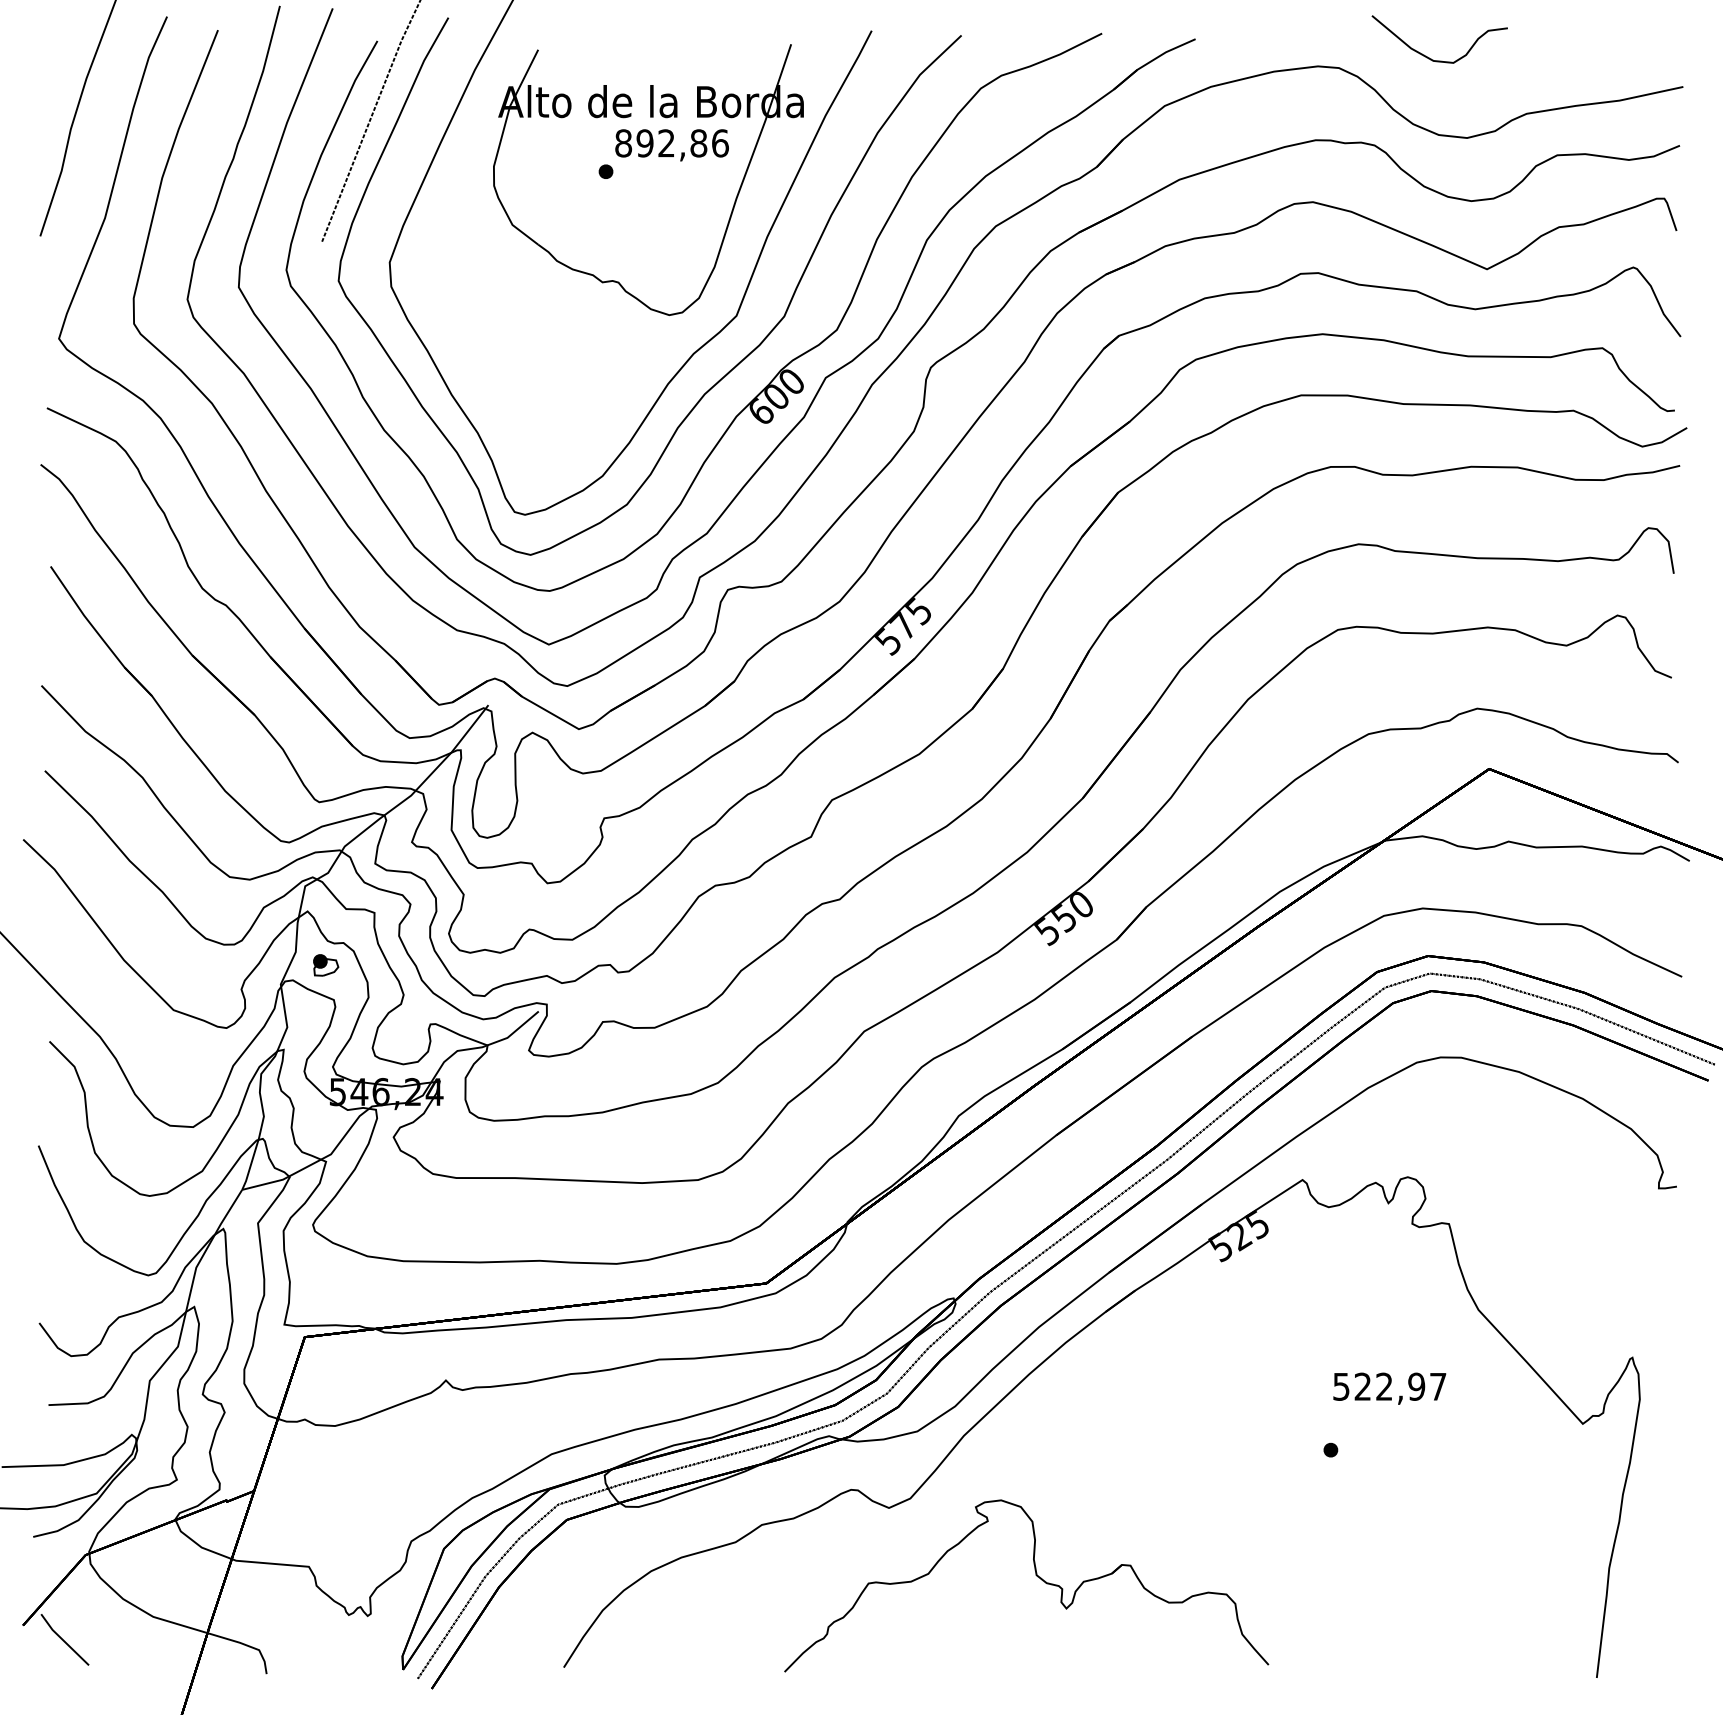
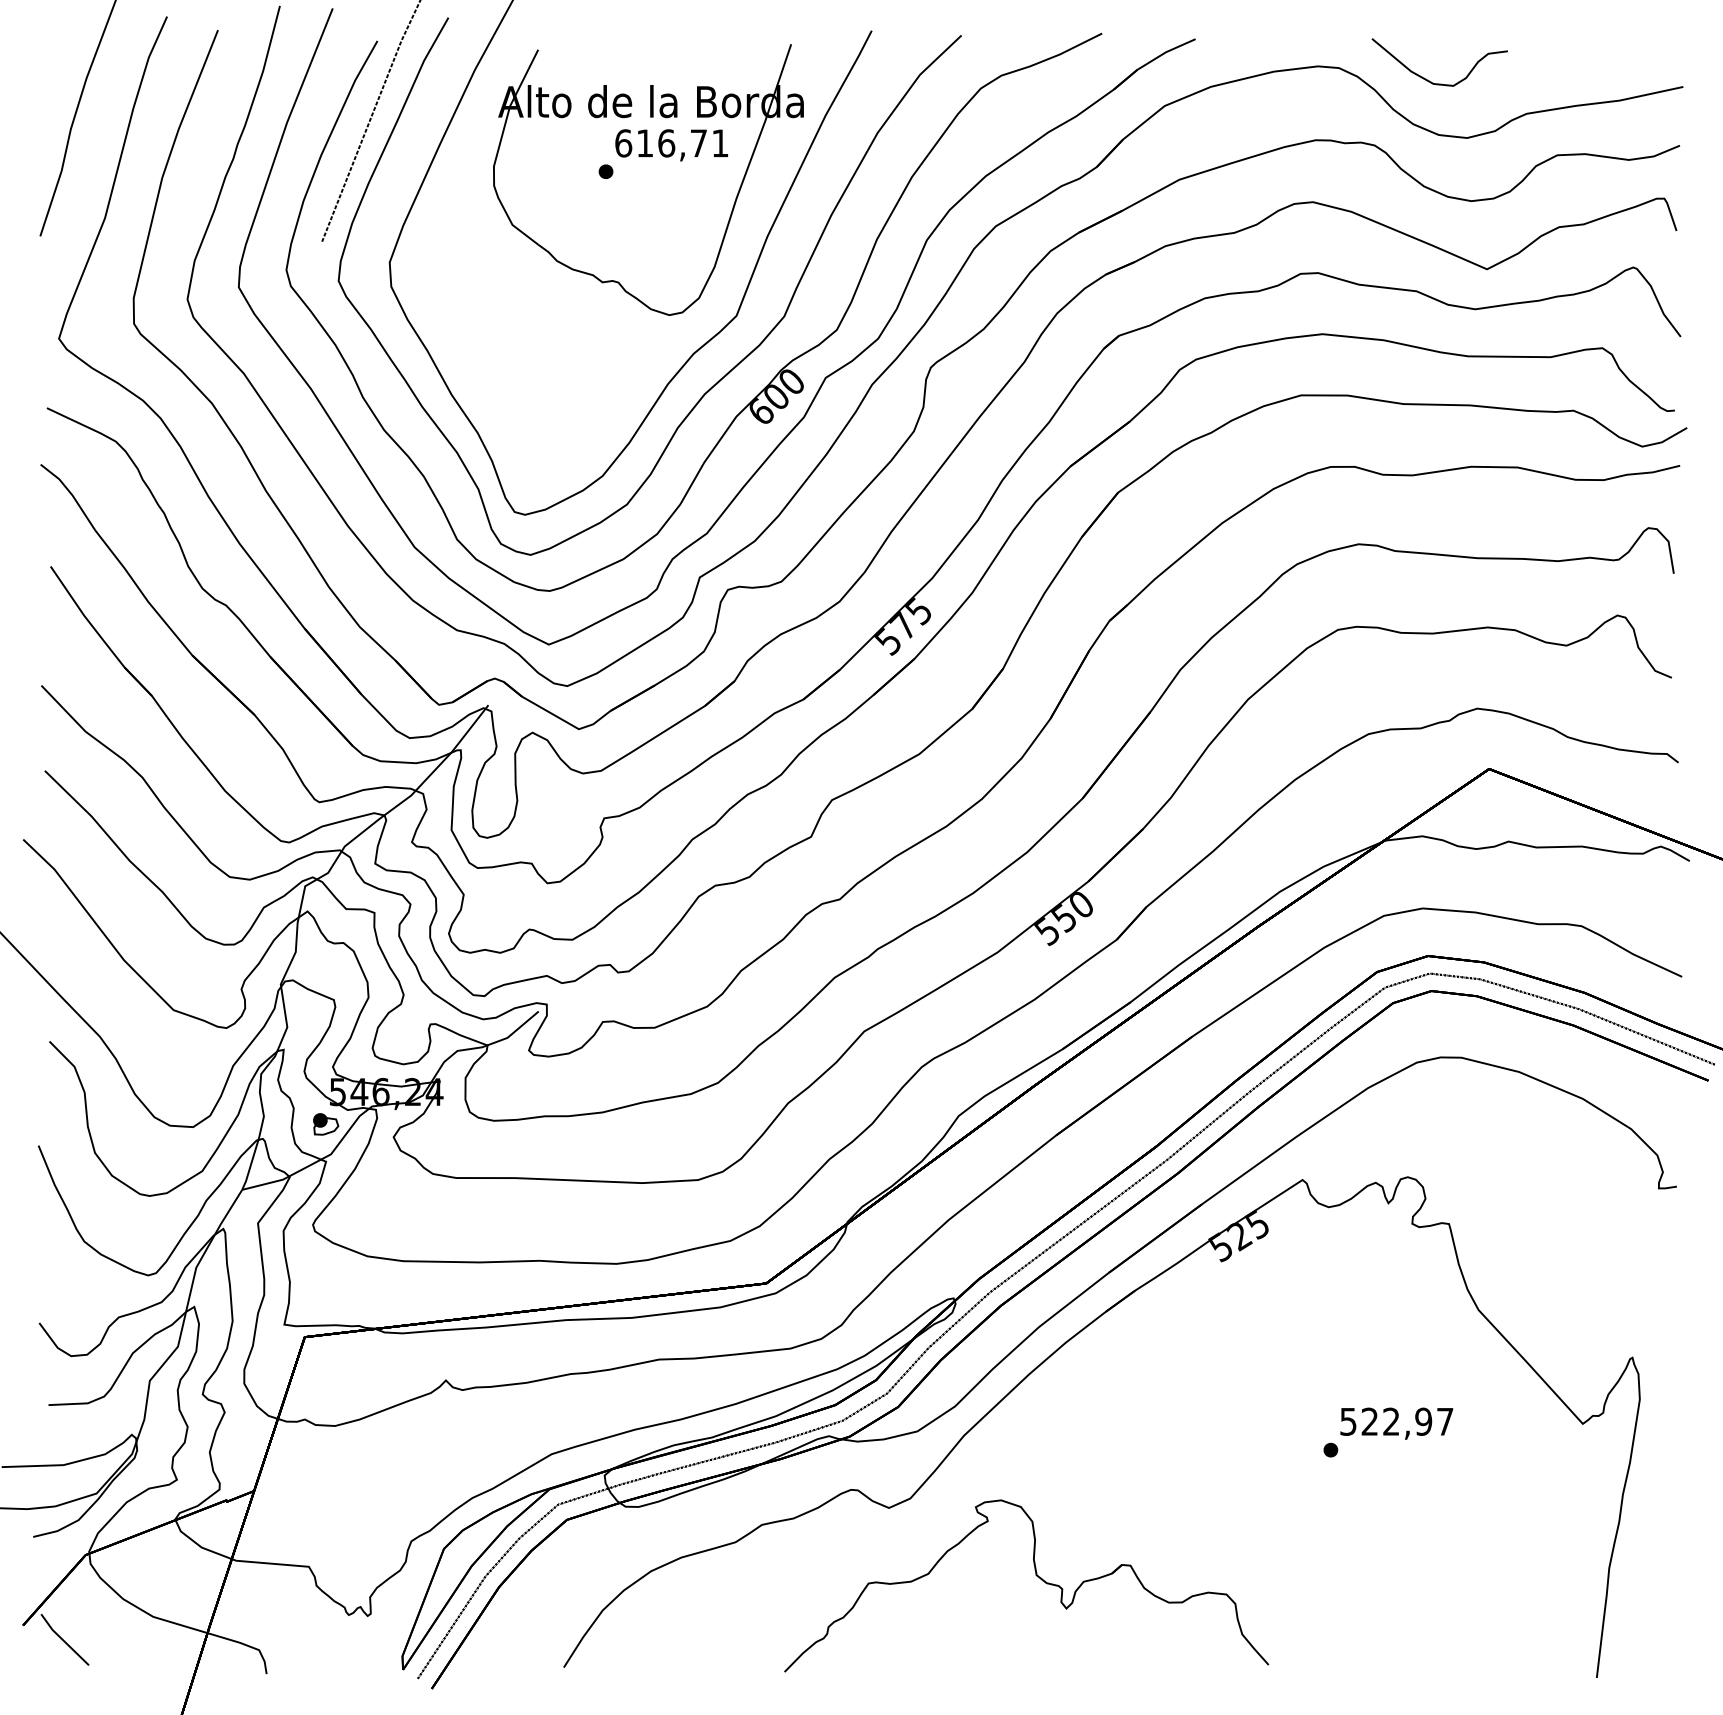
curve at (1429, 57) position: (1429, 57) -> (1429, 80)
text at (671, 143): 892,86 -> 616,71
part at (326, 965) position: (326, 965) -> (326, 1124)
text at (1389, 1388) position: (1389, 1388) -> (1396, 1423)
